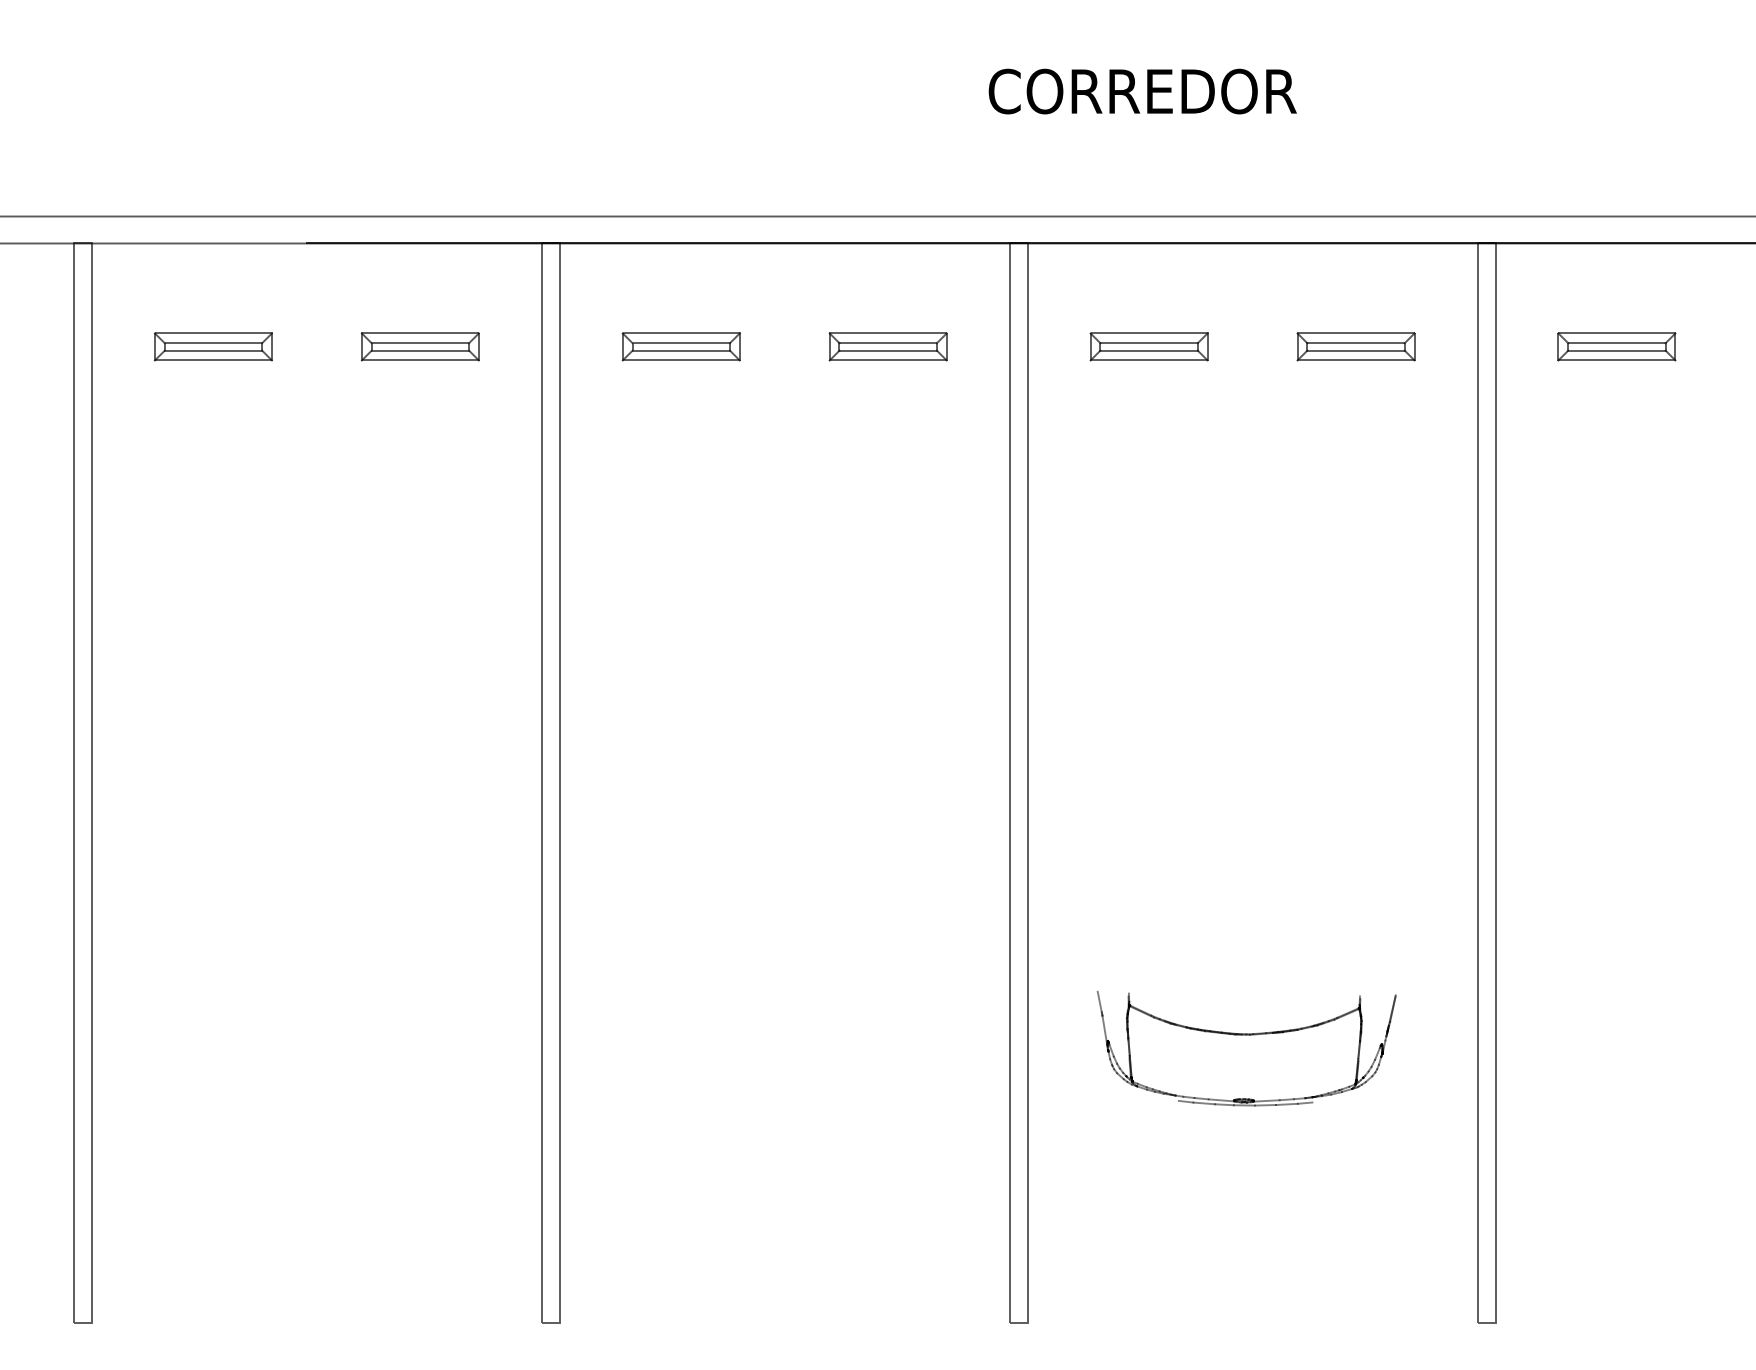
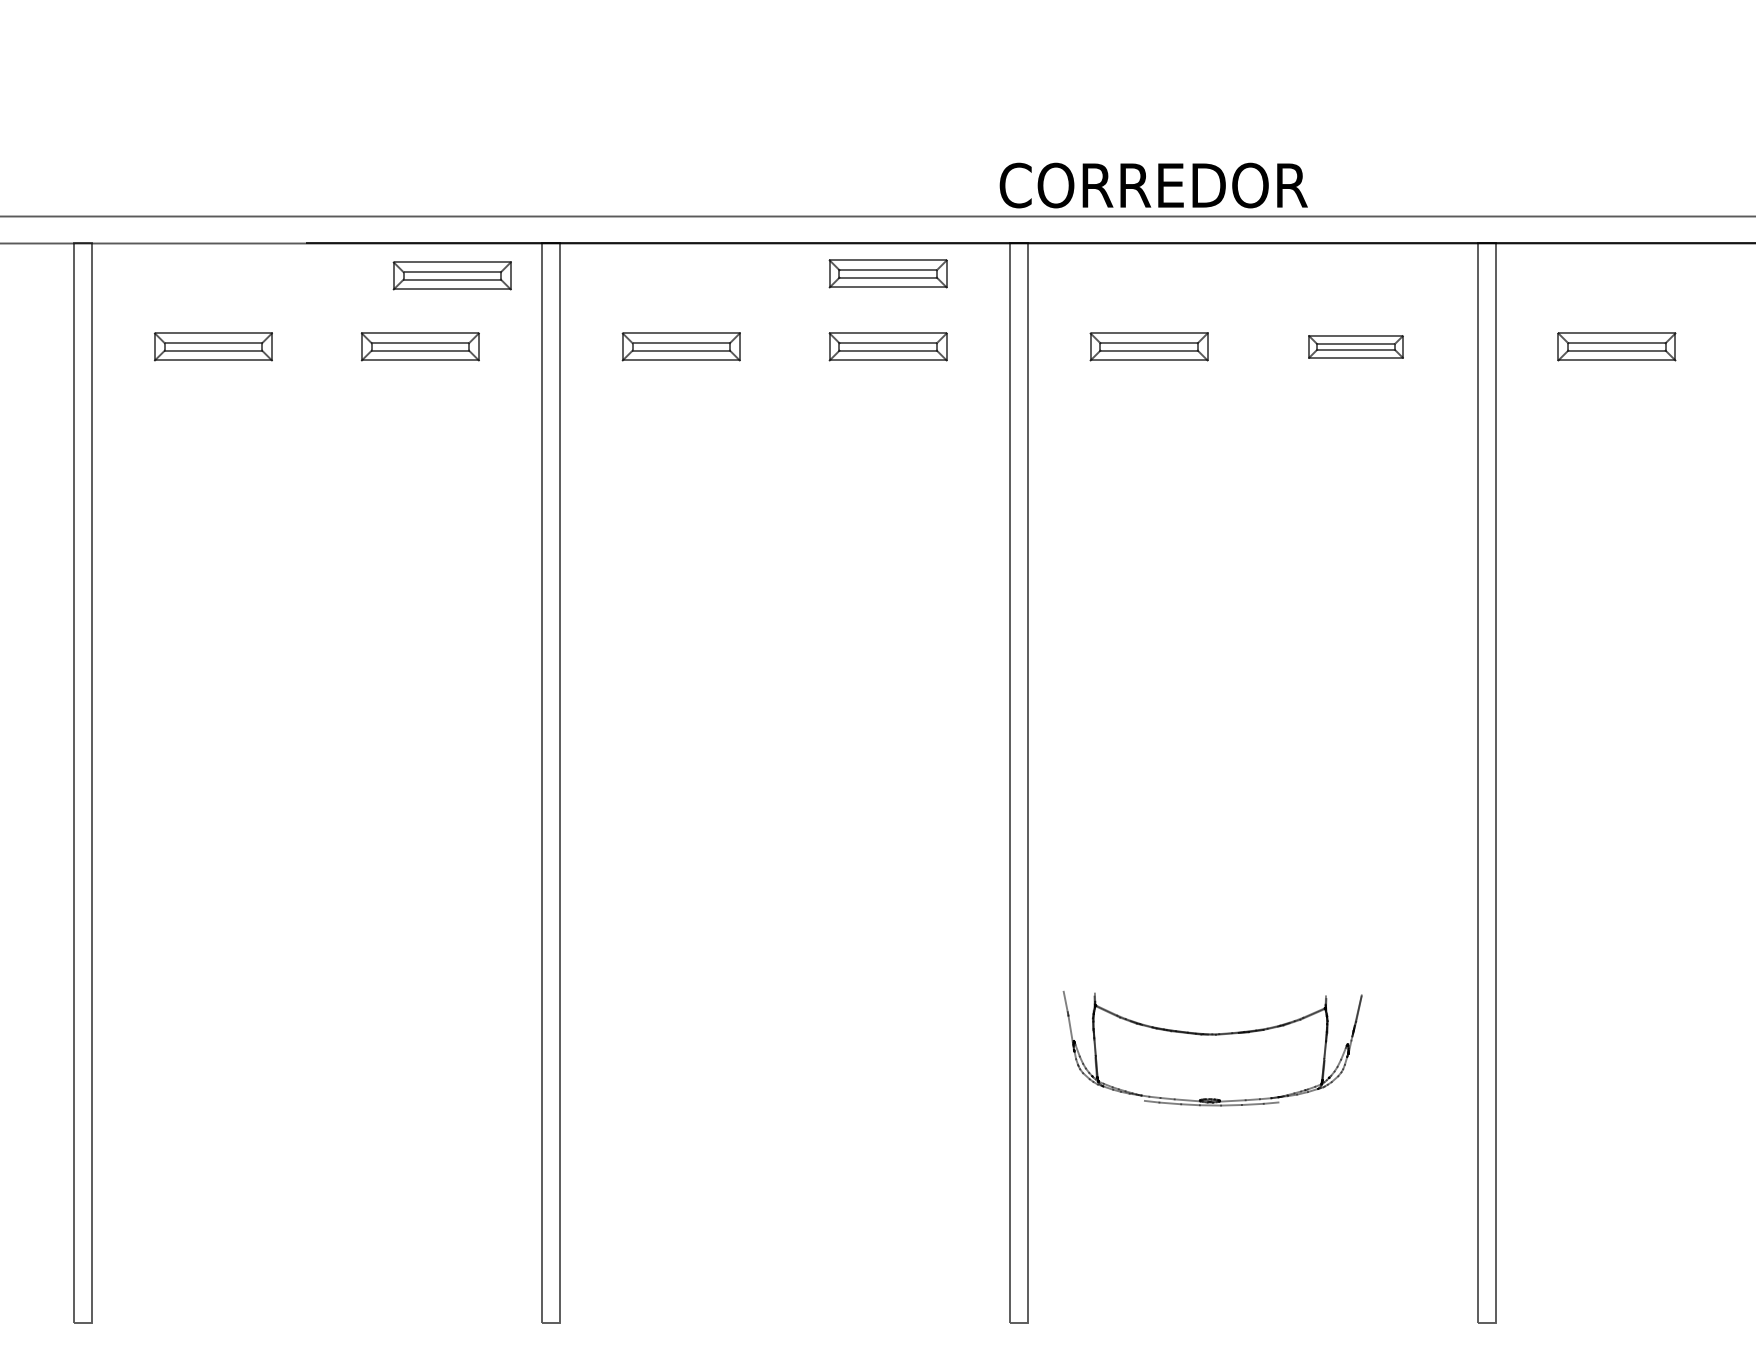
text at (1142, 91) position: (1142, 91) -> (1153, 185)
part at (887, 273): none -> present
part at (451, 275): none -> present
part at (1355, 346) size: 120x30 px -> 96x24 px
part at (1246, 1048) position: (1246, 1048) -> (1212, 1048)
